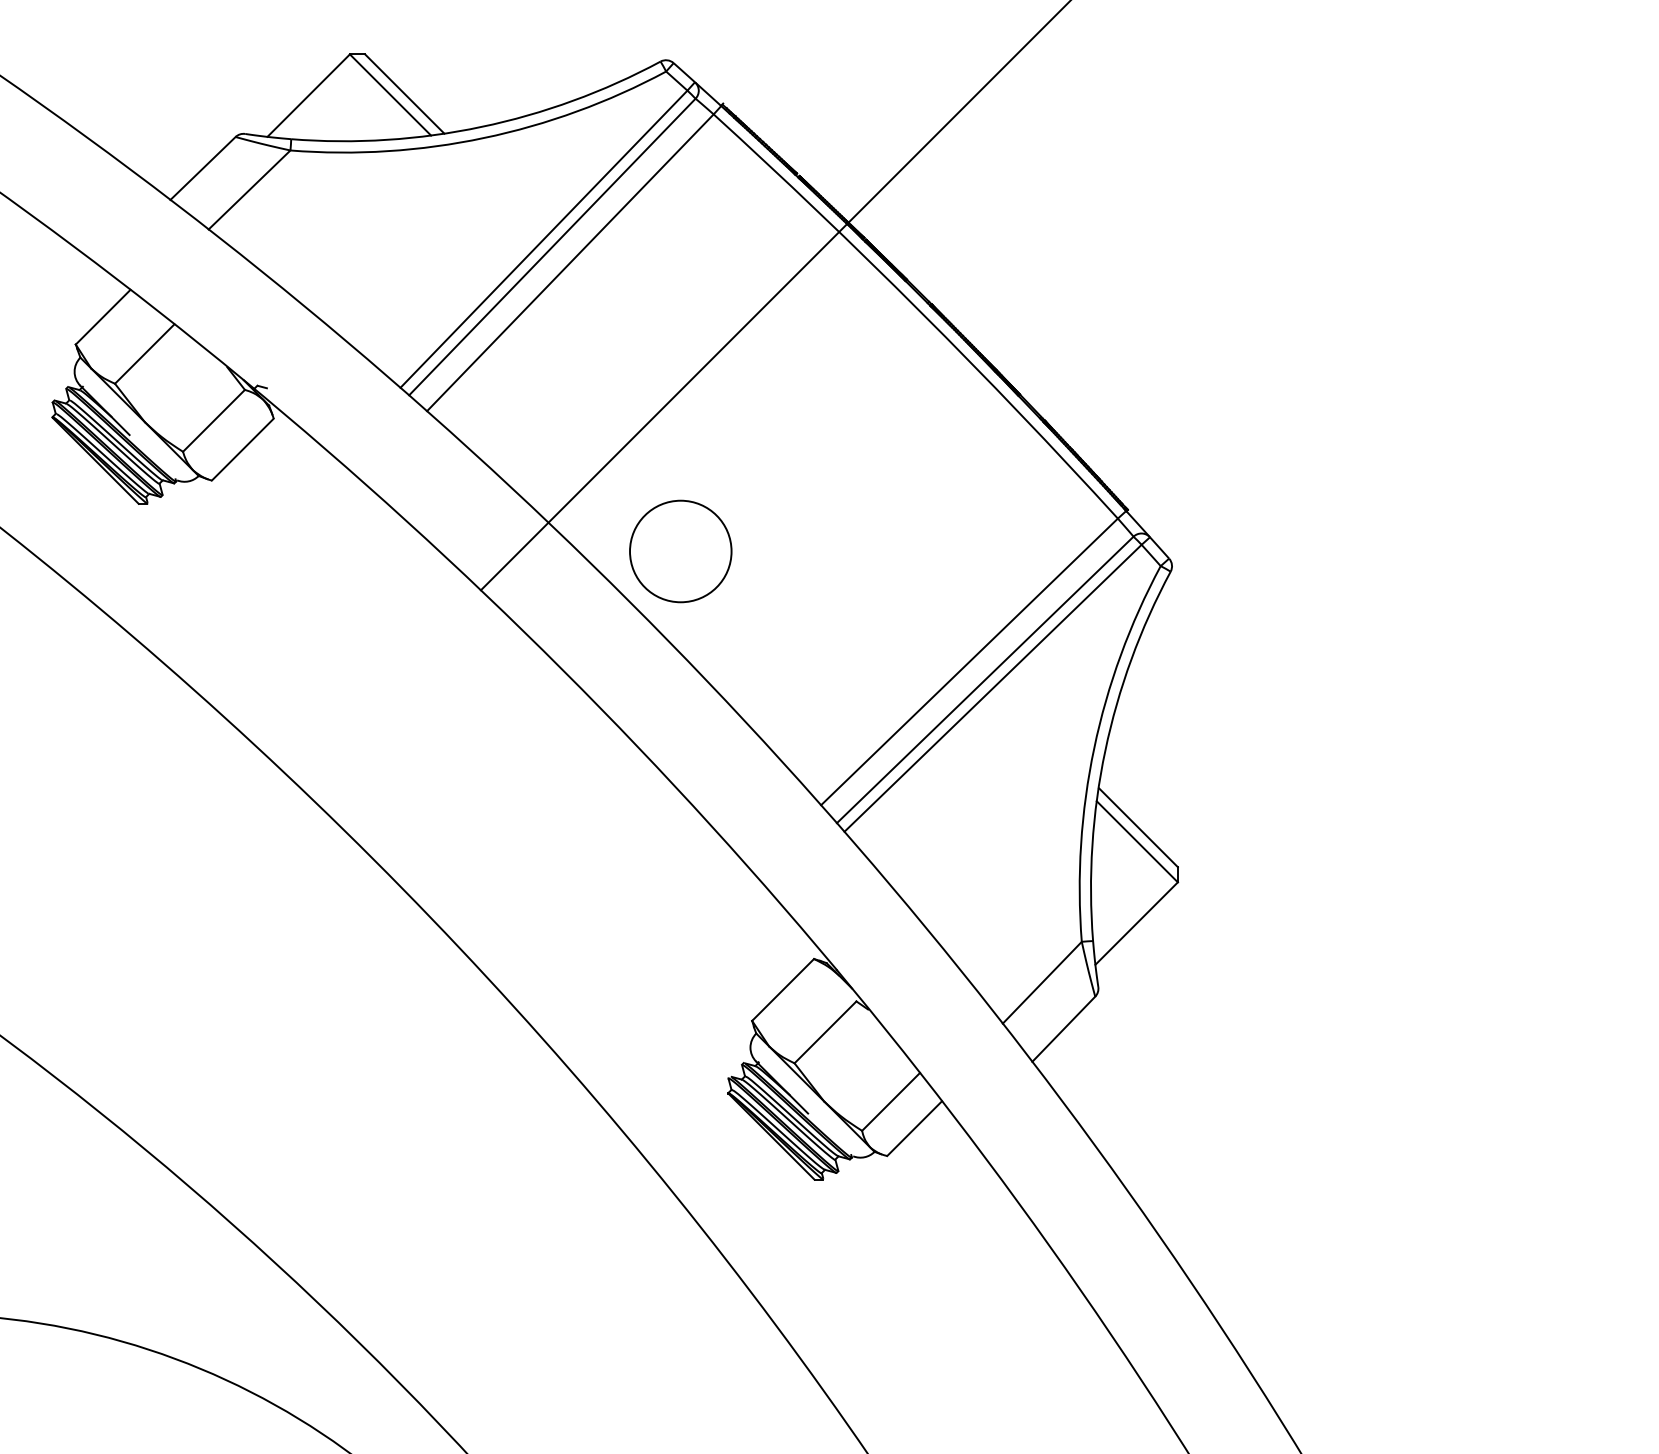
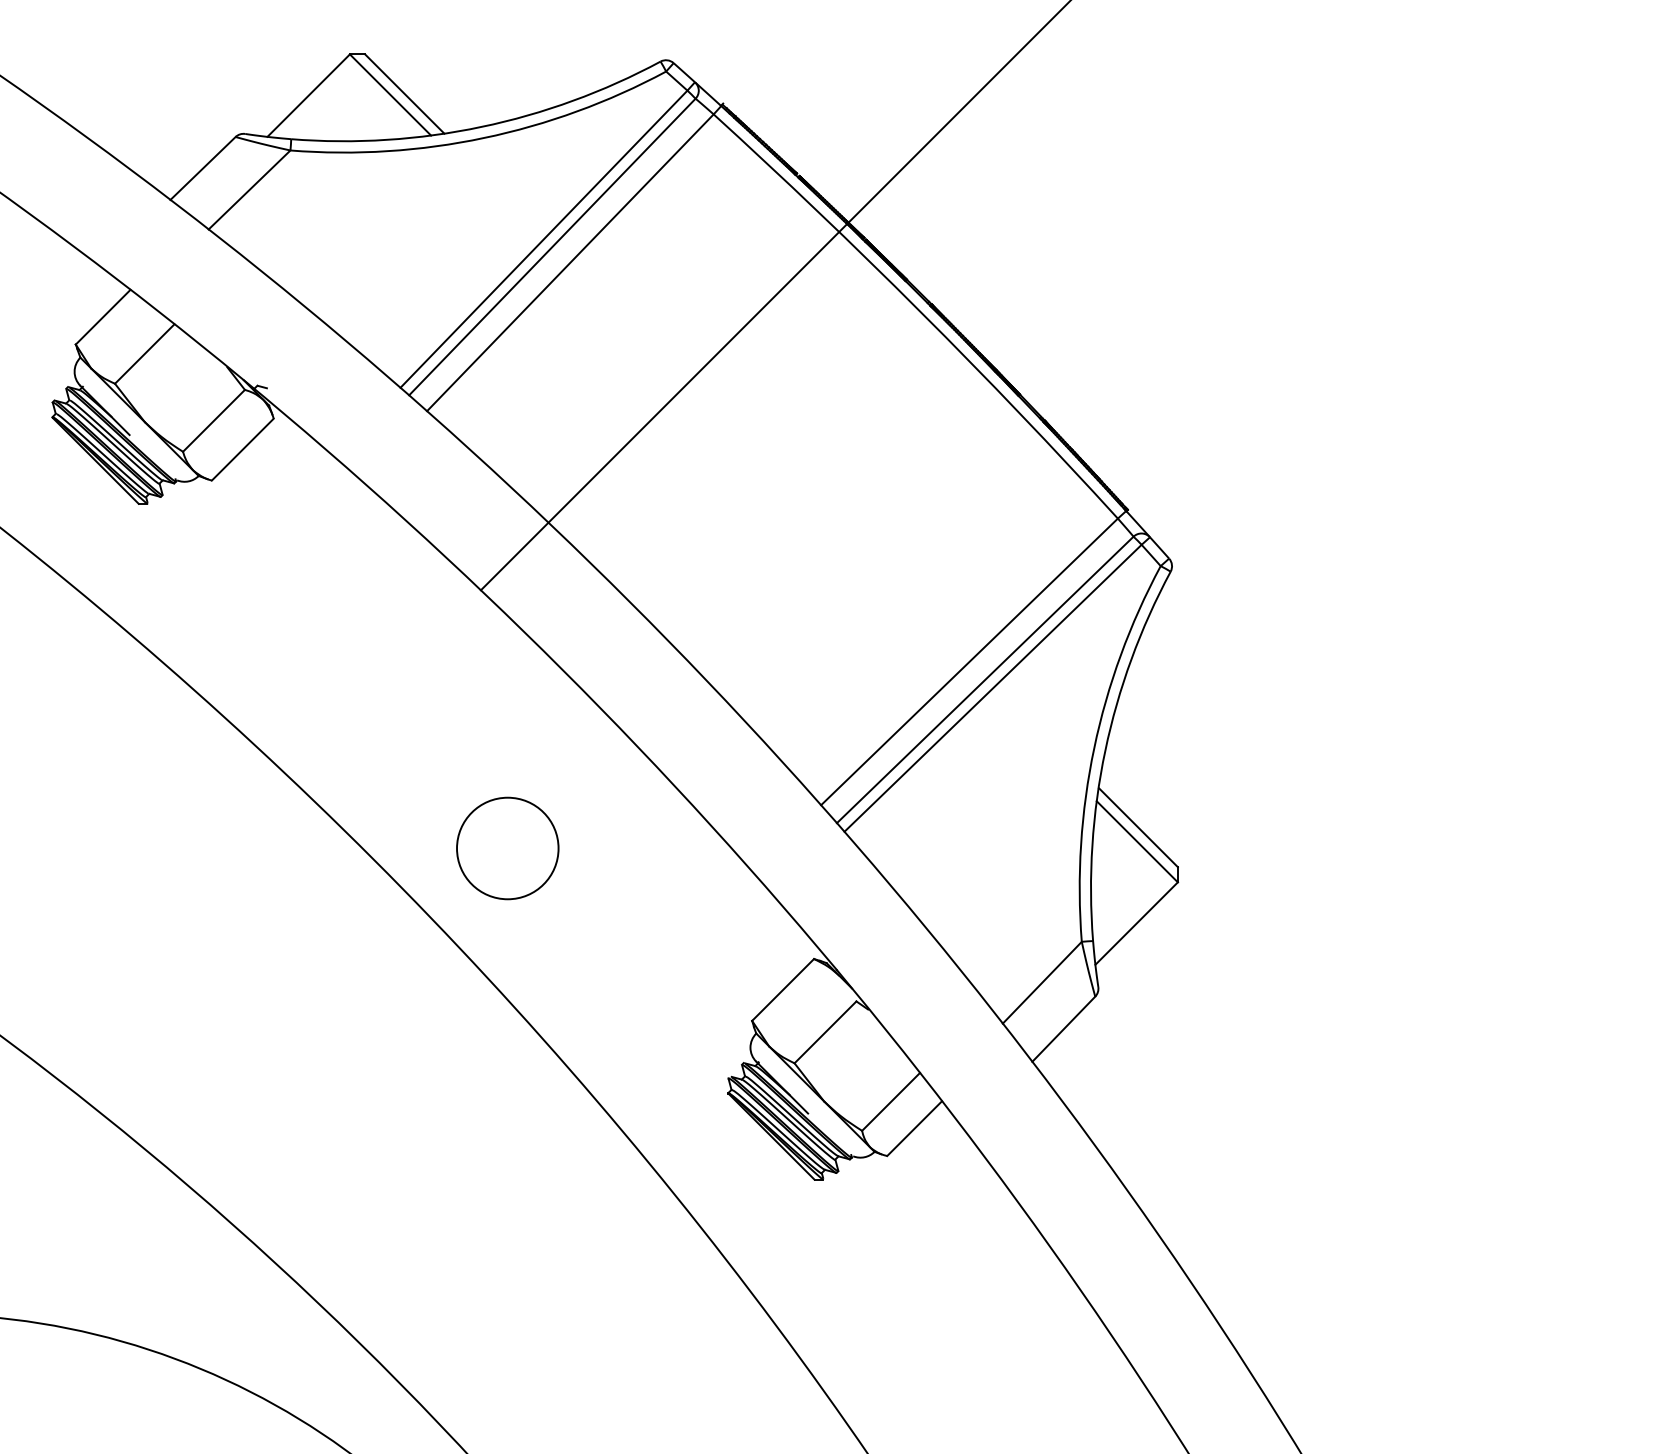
circle at (680, 551) position: (680, 551) -> (507, 848)
